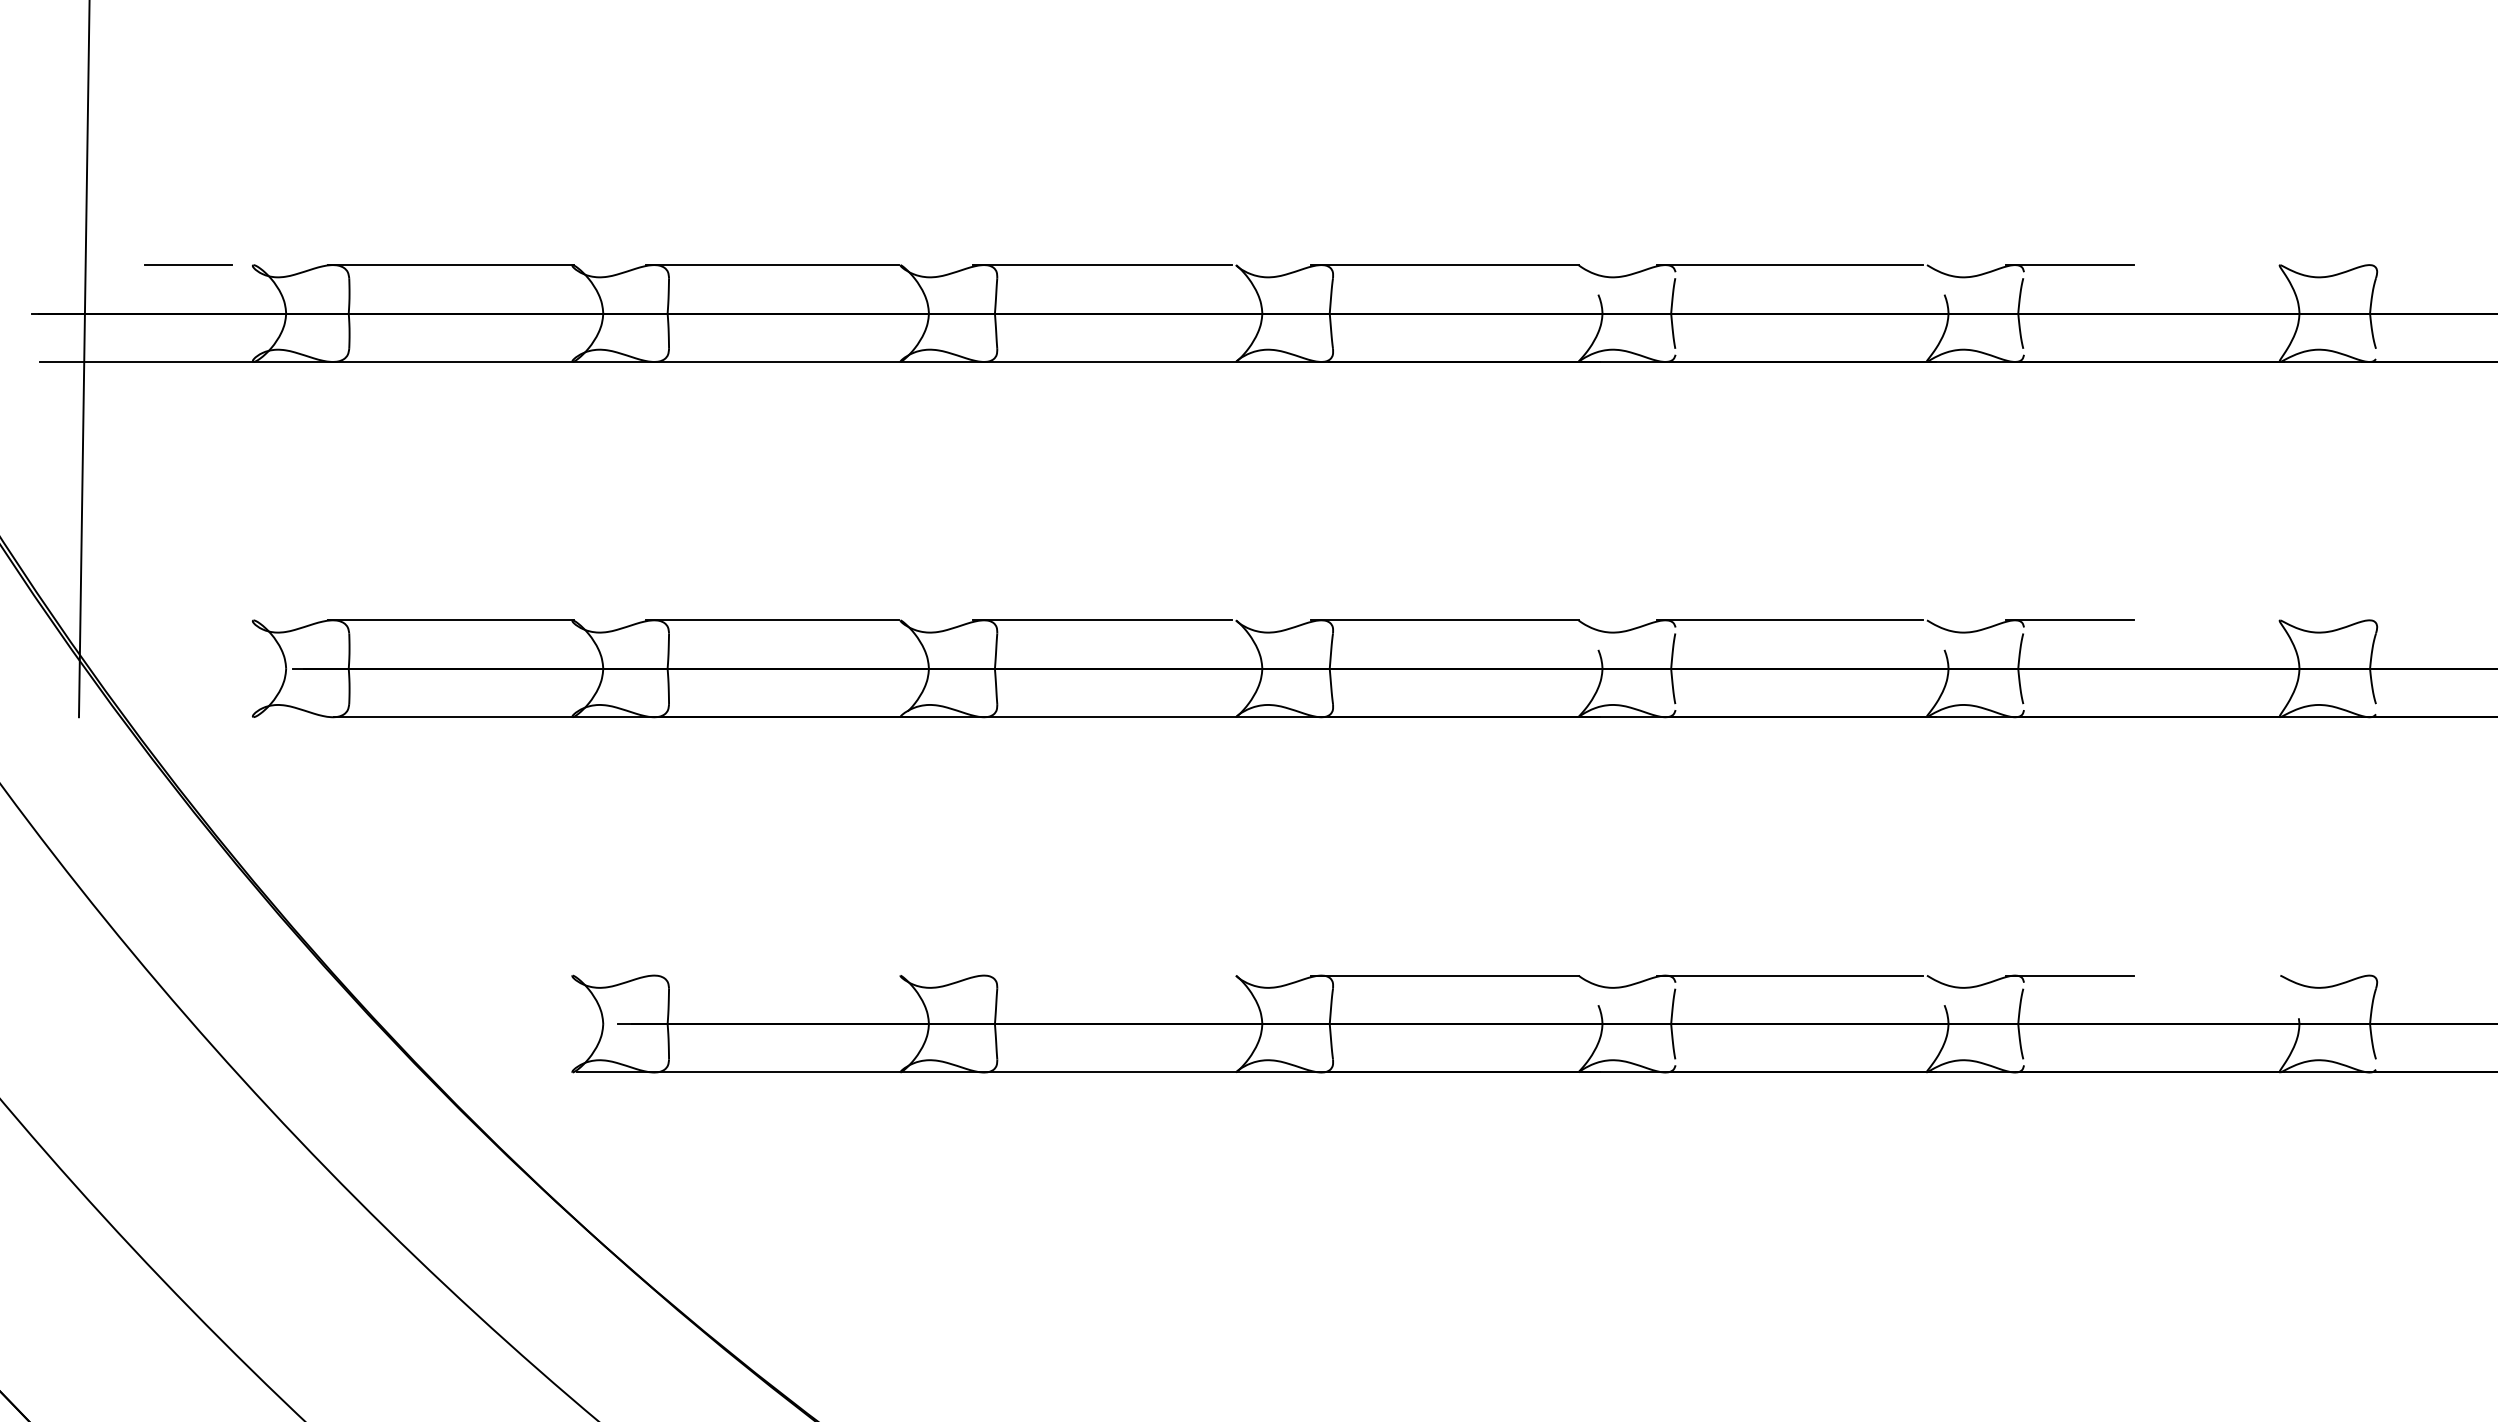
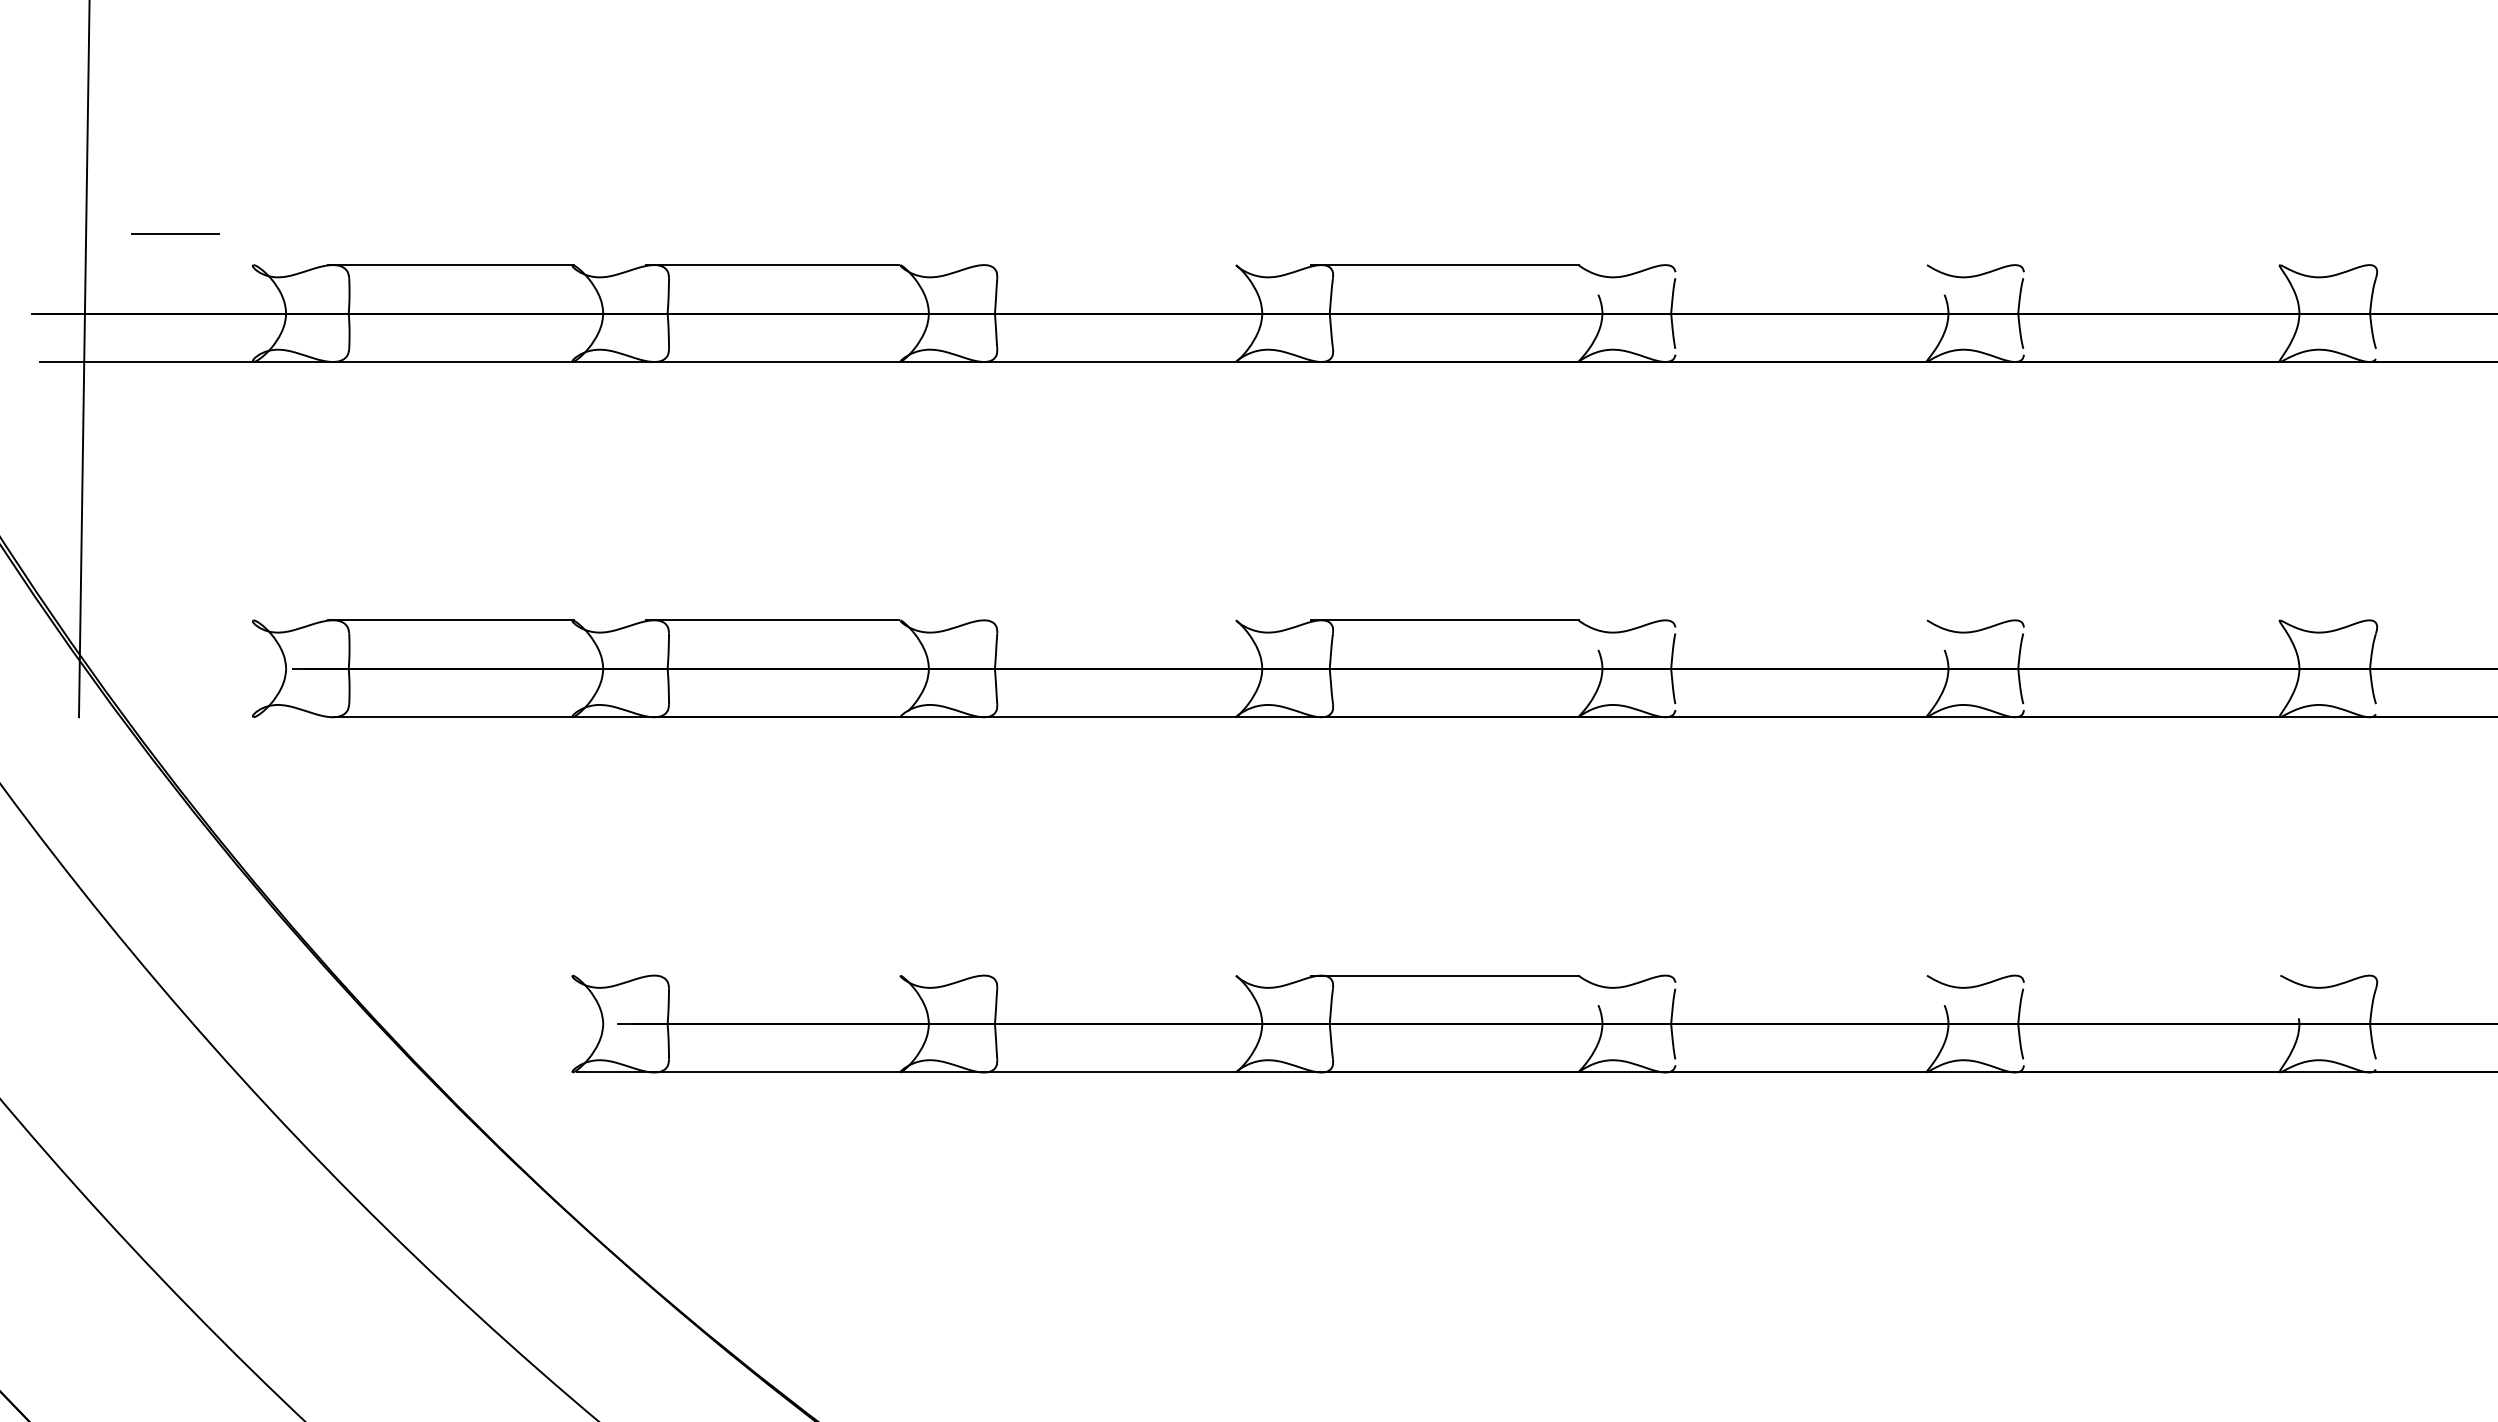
line at (188, 264) position: (188, 264) -> (175, 233)
line at (1102, 265): present -> none
line at (1789, 265): present -> none
line at (2069, 265): present -> none
line at (1102, 620): present -> none
line at (1789, 620): present -> none
line at (2069, 620): present -> none
line at (1789, 975): present -> none
line at (2069, 975): present -> none
